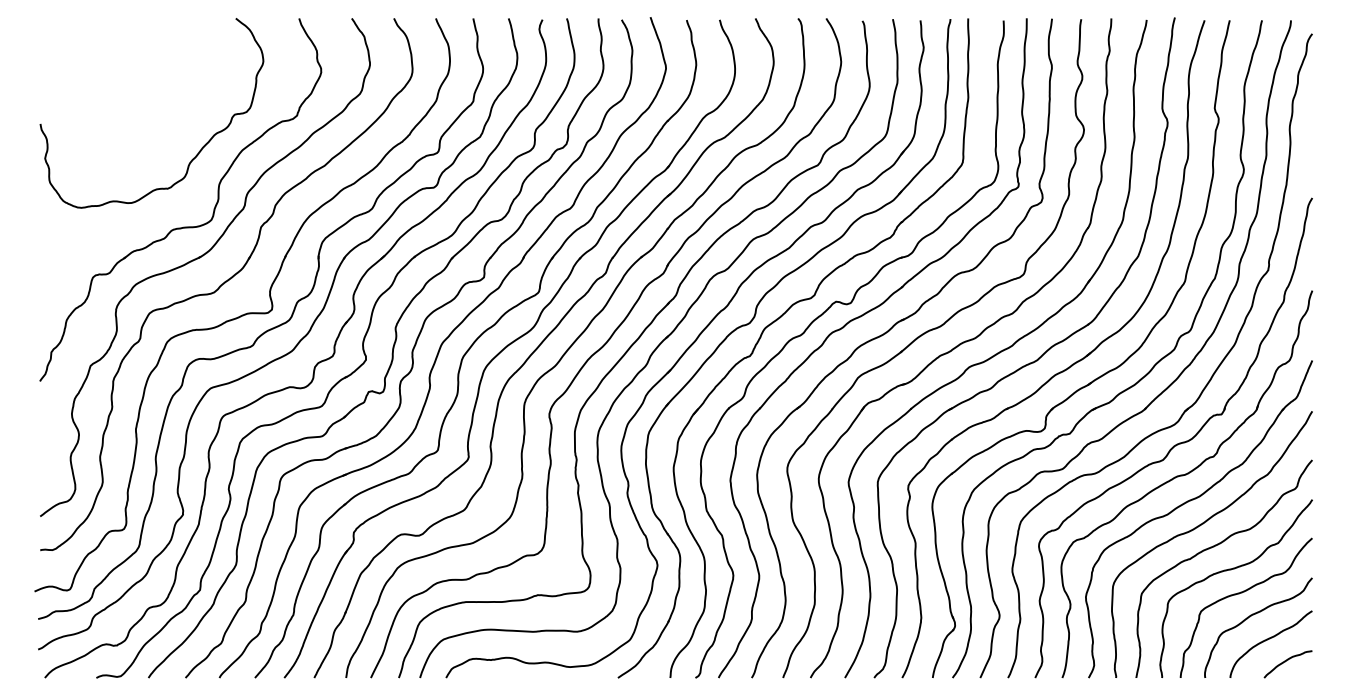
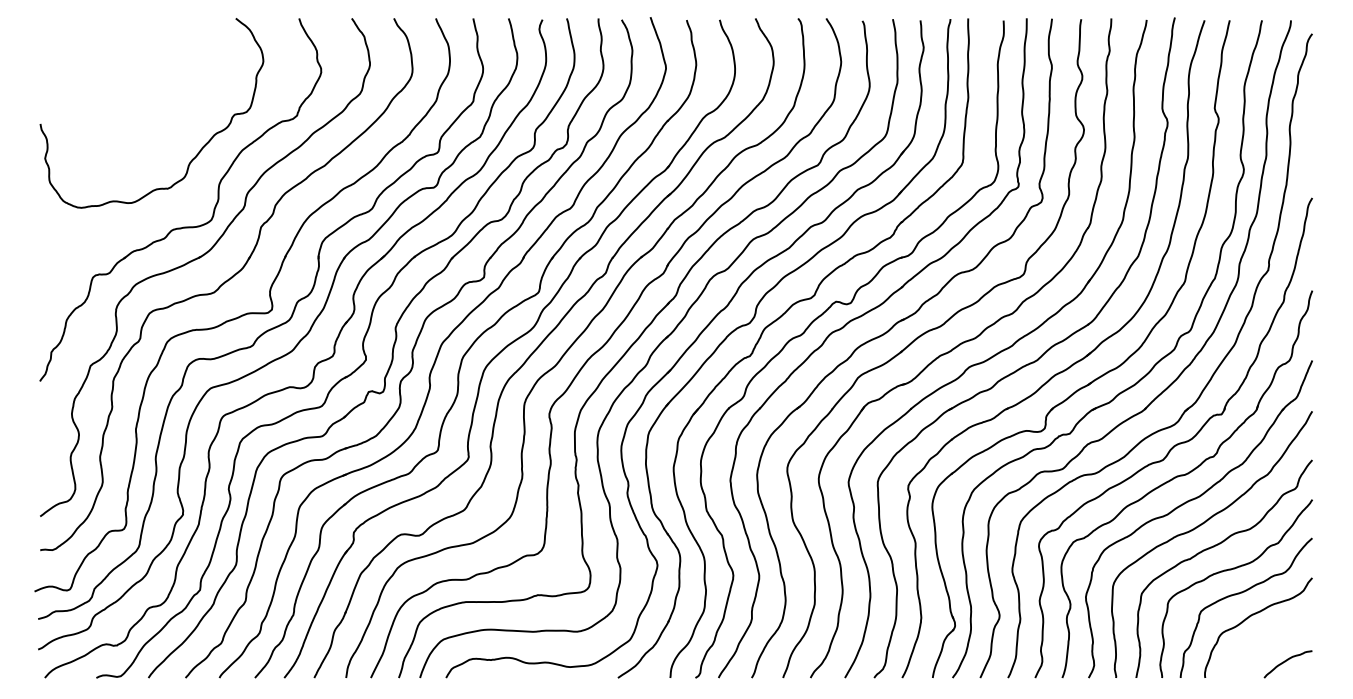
curve at (1269, 639): present -> none
